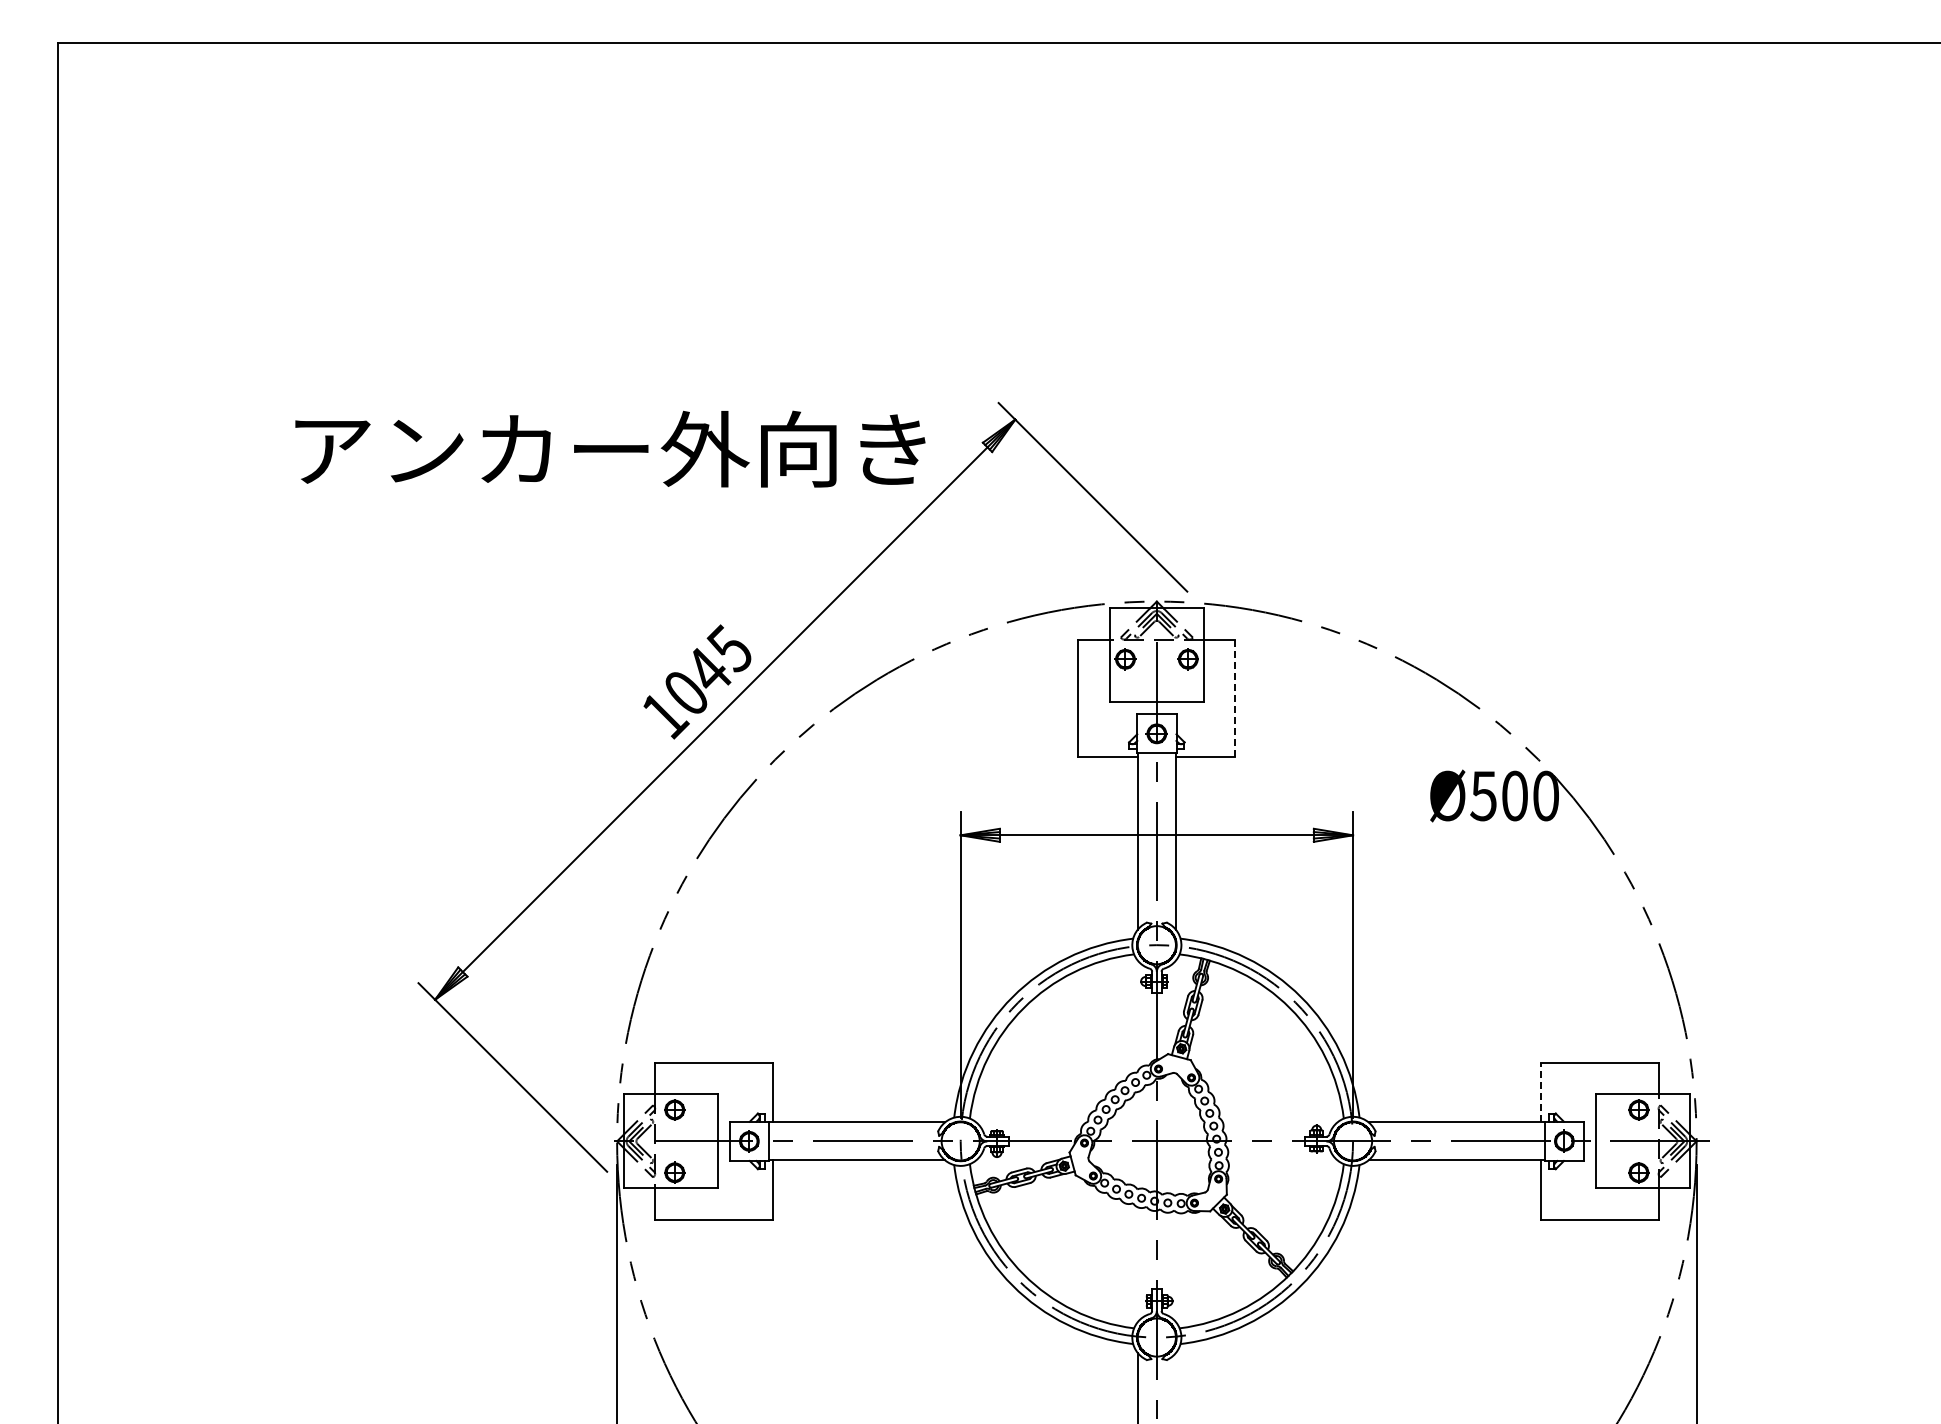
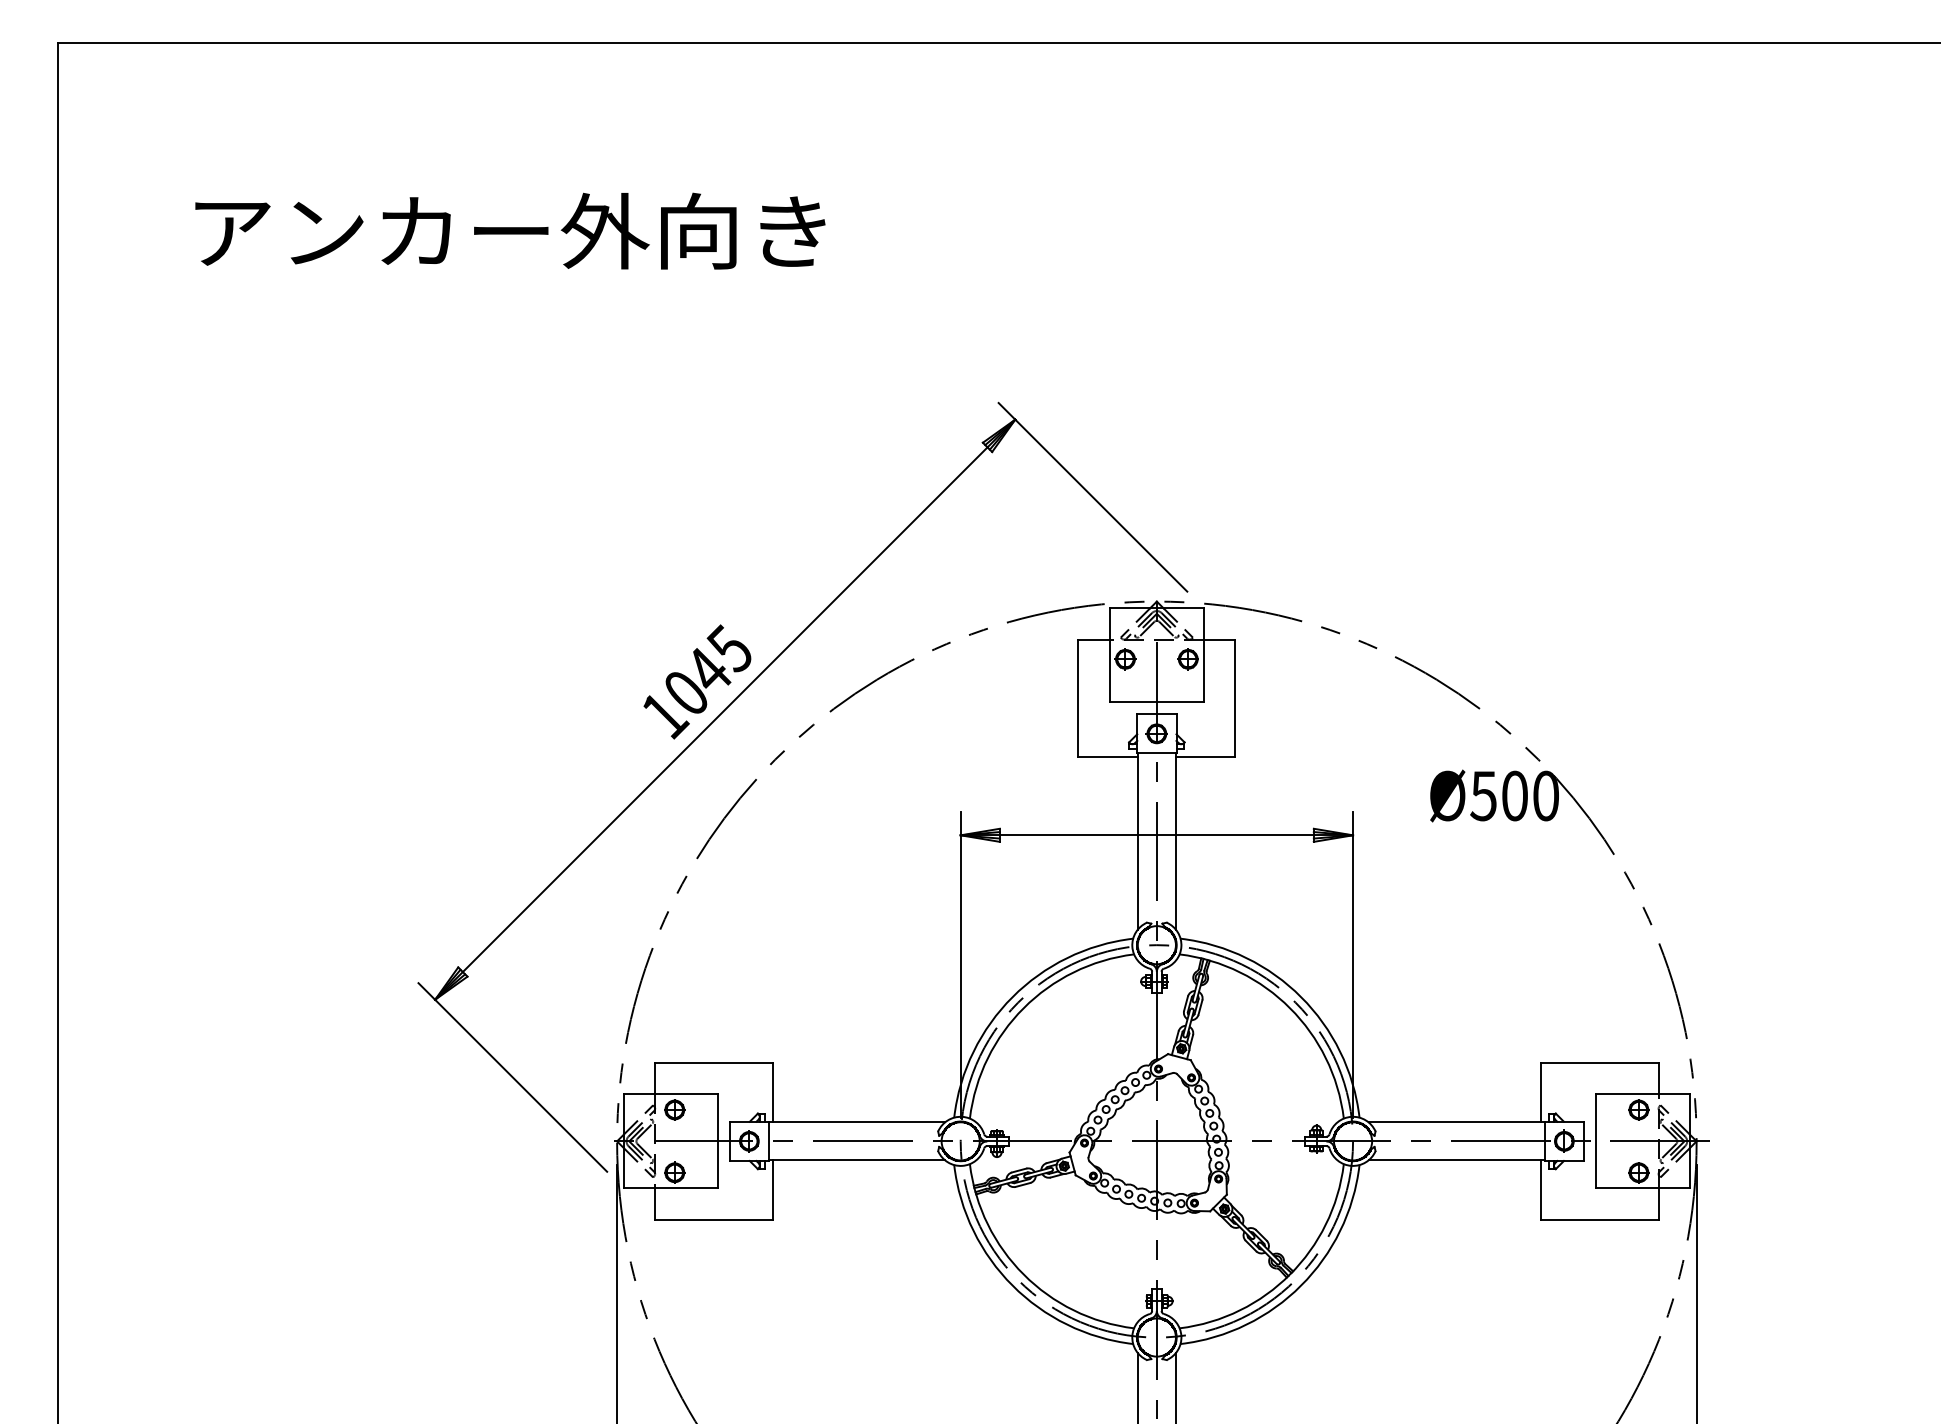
text at (610, 448) position: (610, 448) -> (510, 230)
line at (1235, 698): dashed -> solid
line at (1540, 1092): dashed -> solid
line at (1175, 1386): none -> present
